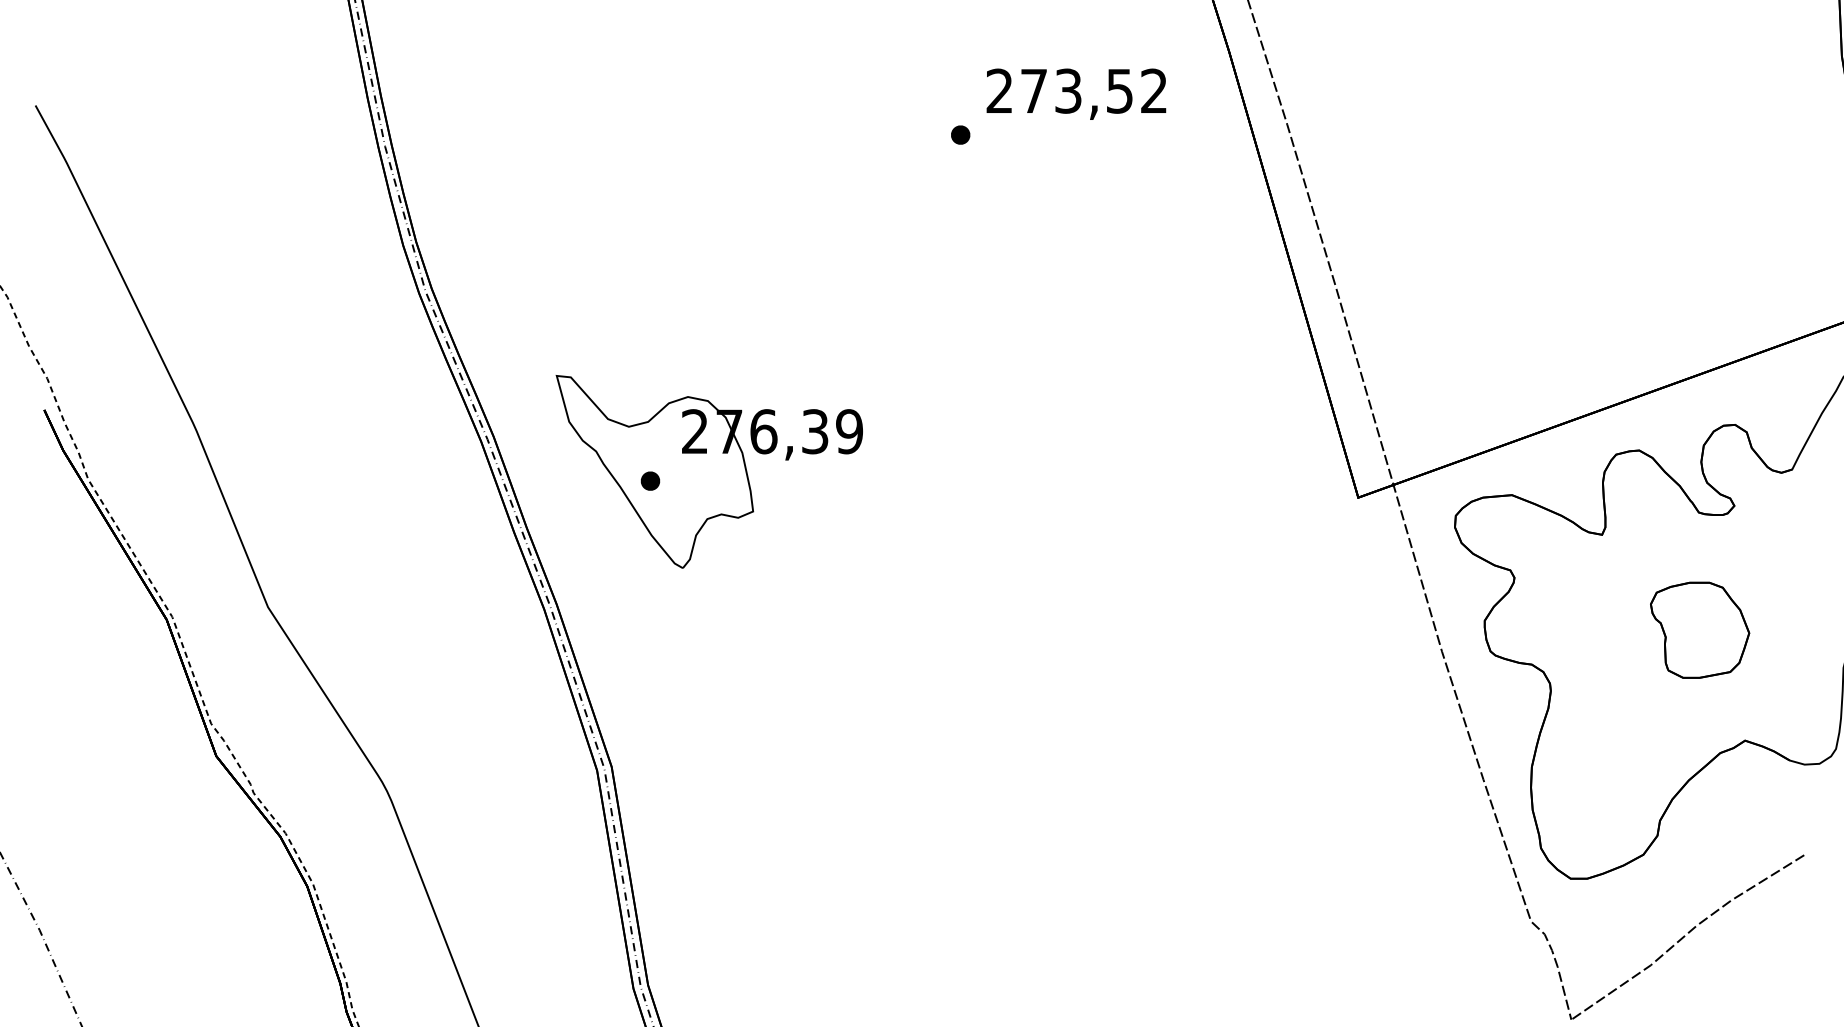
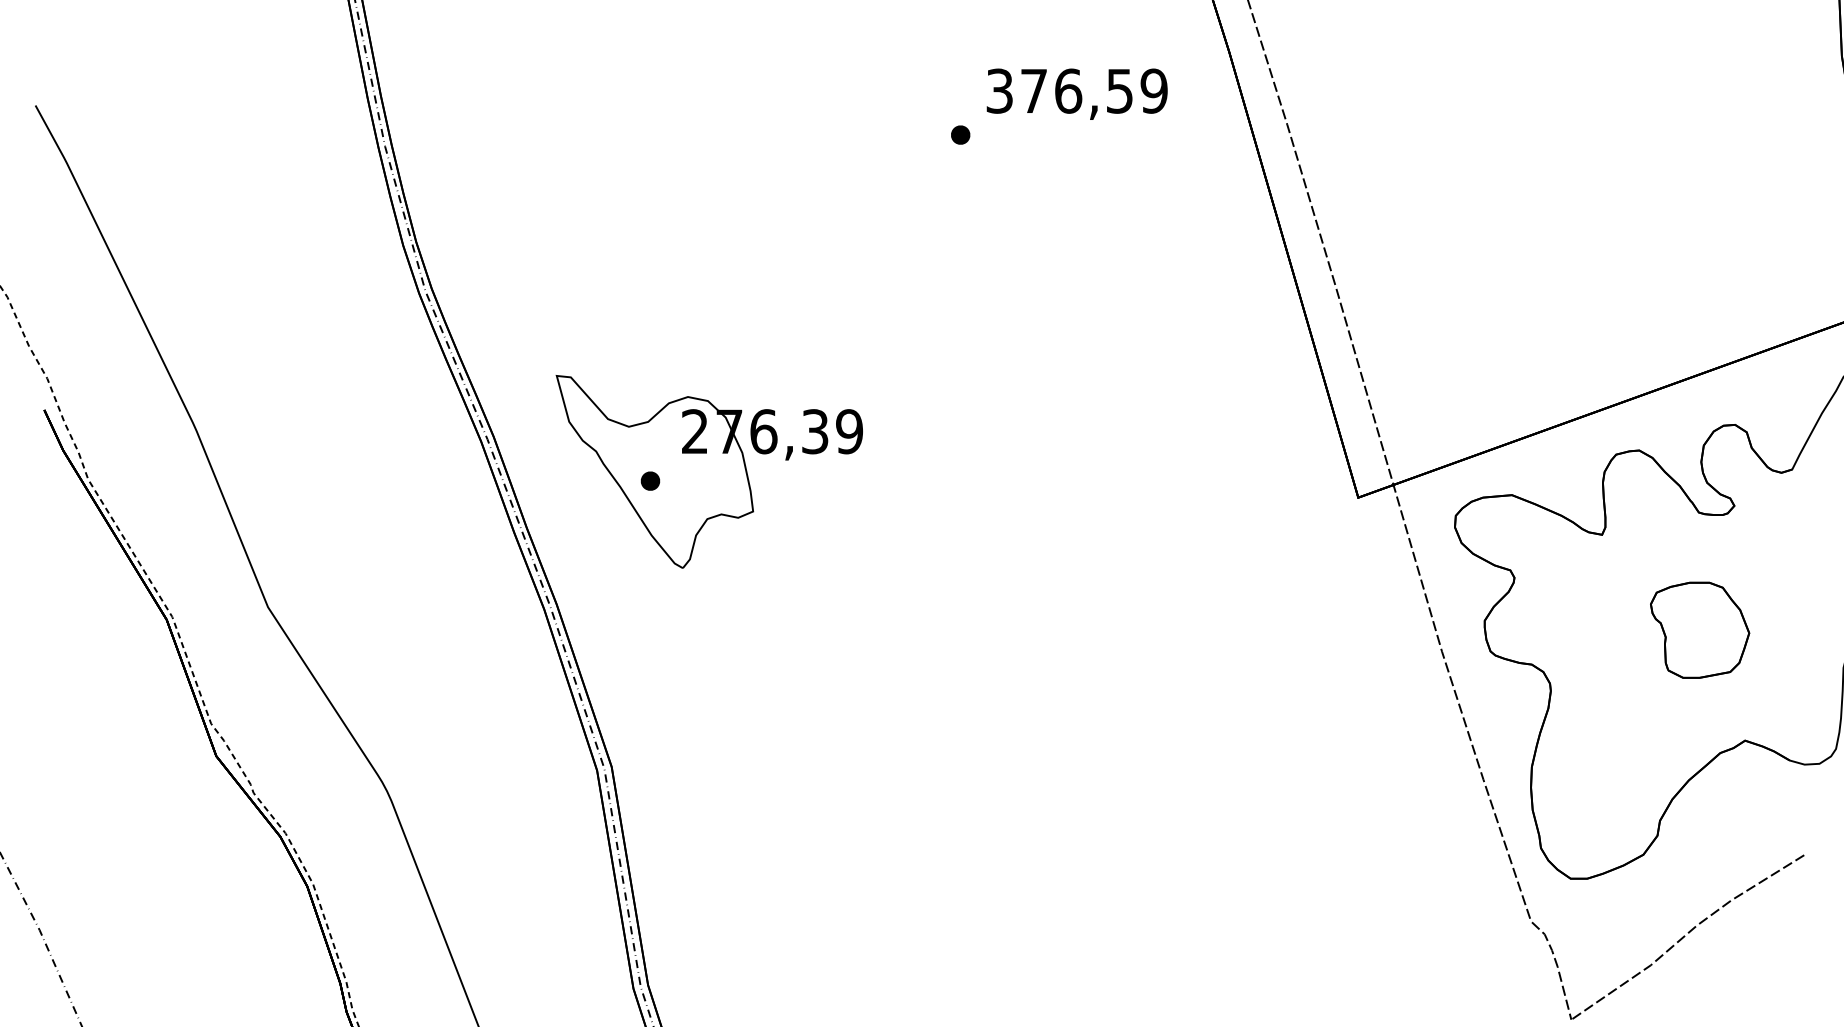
text at (1076, 90): 273,52 -> 376,59
